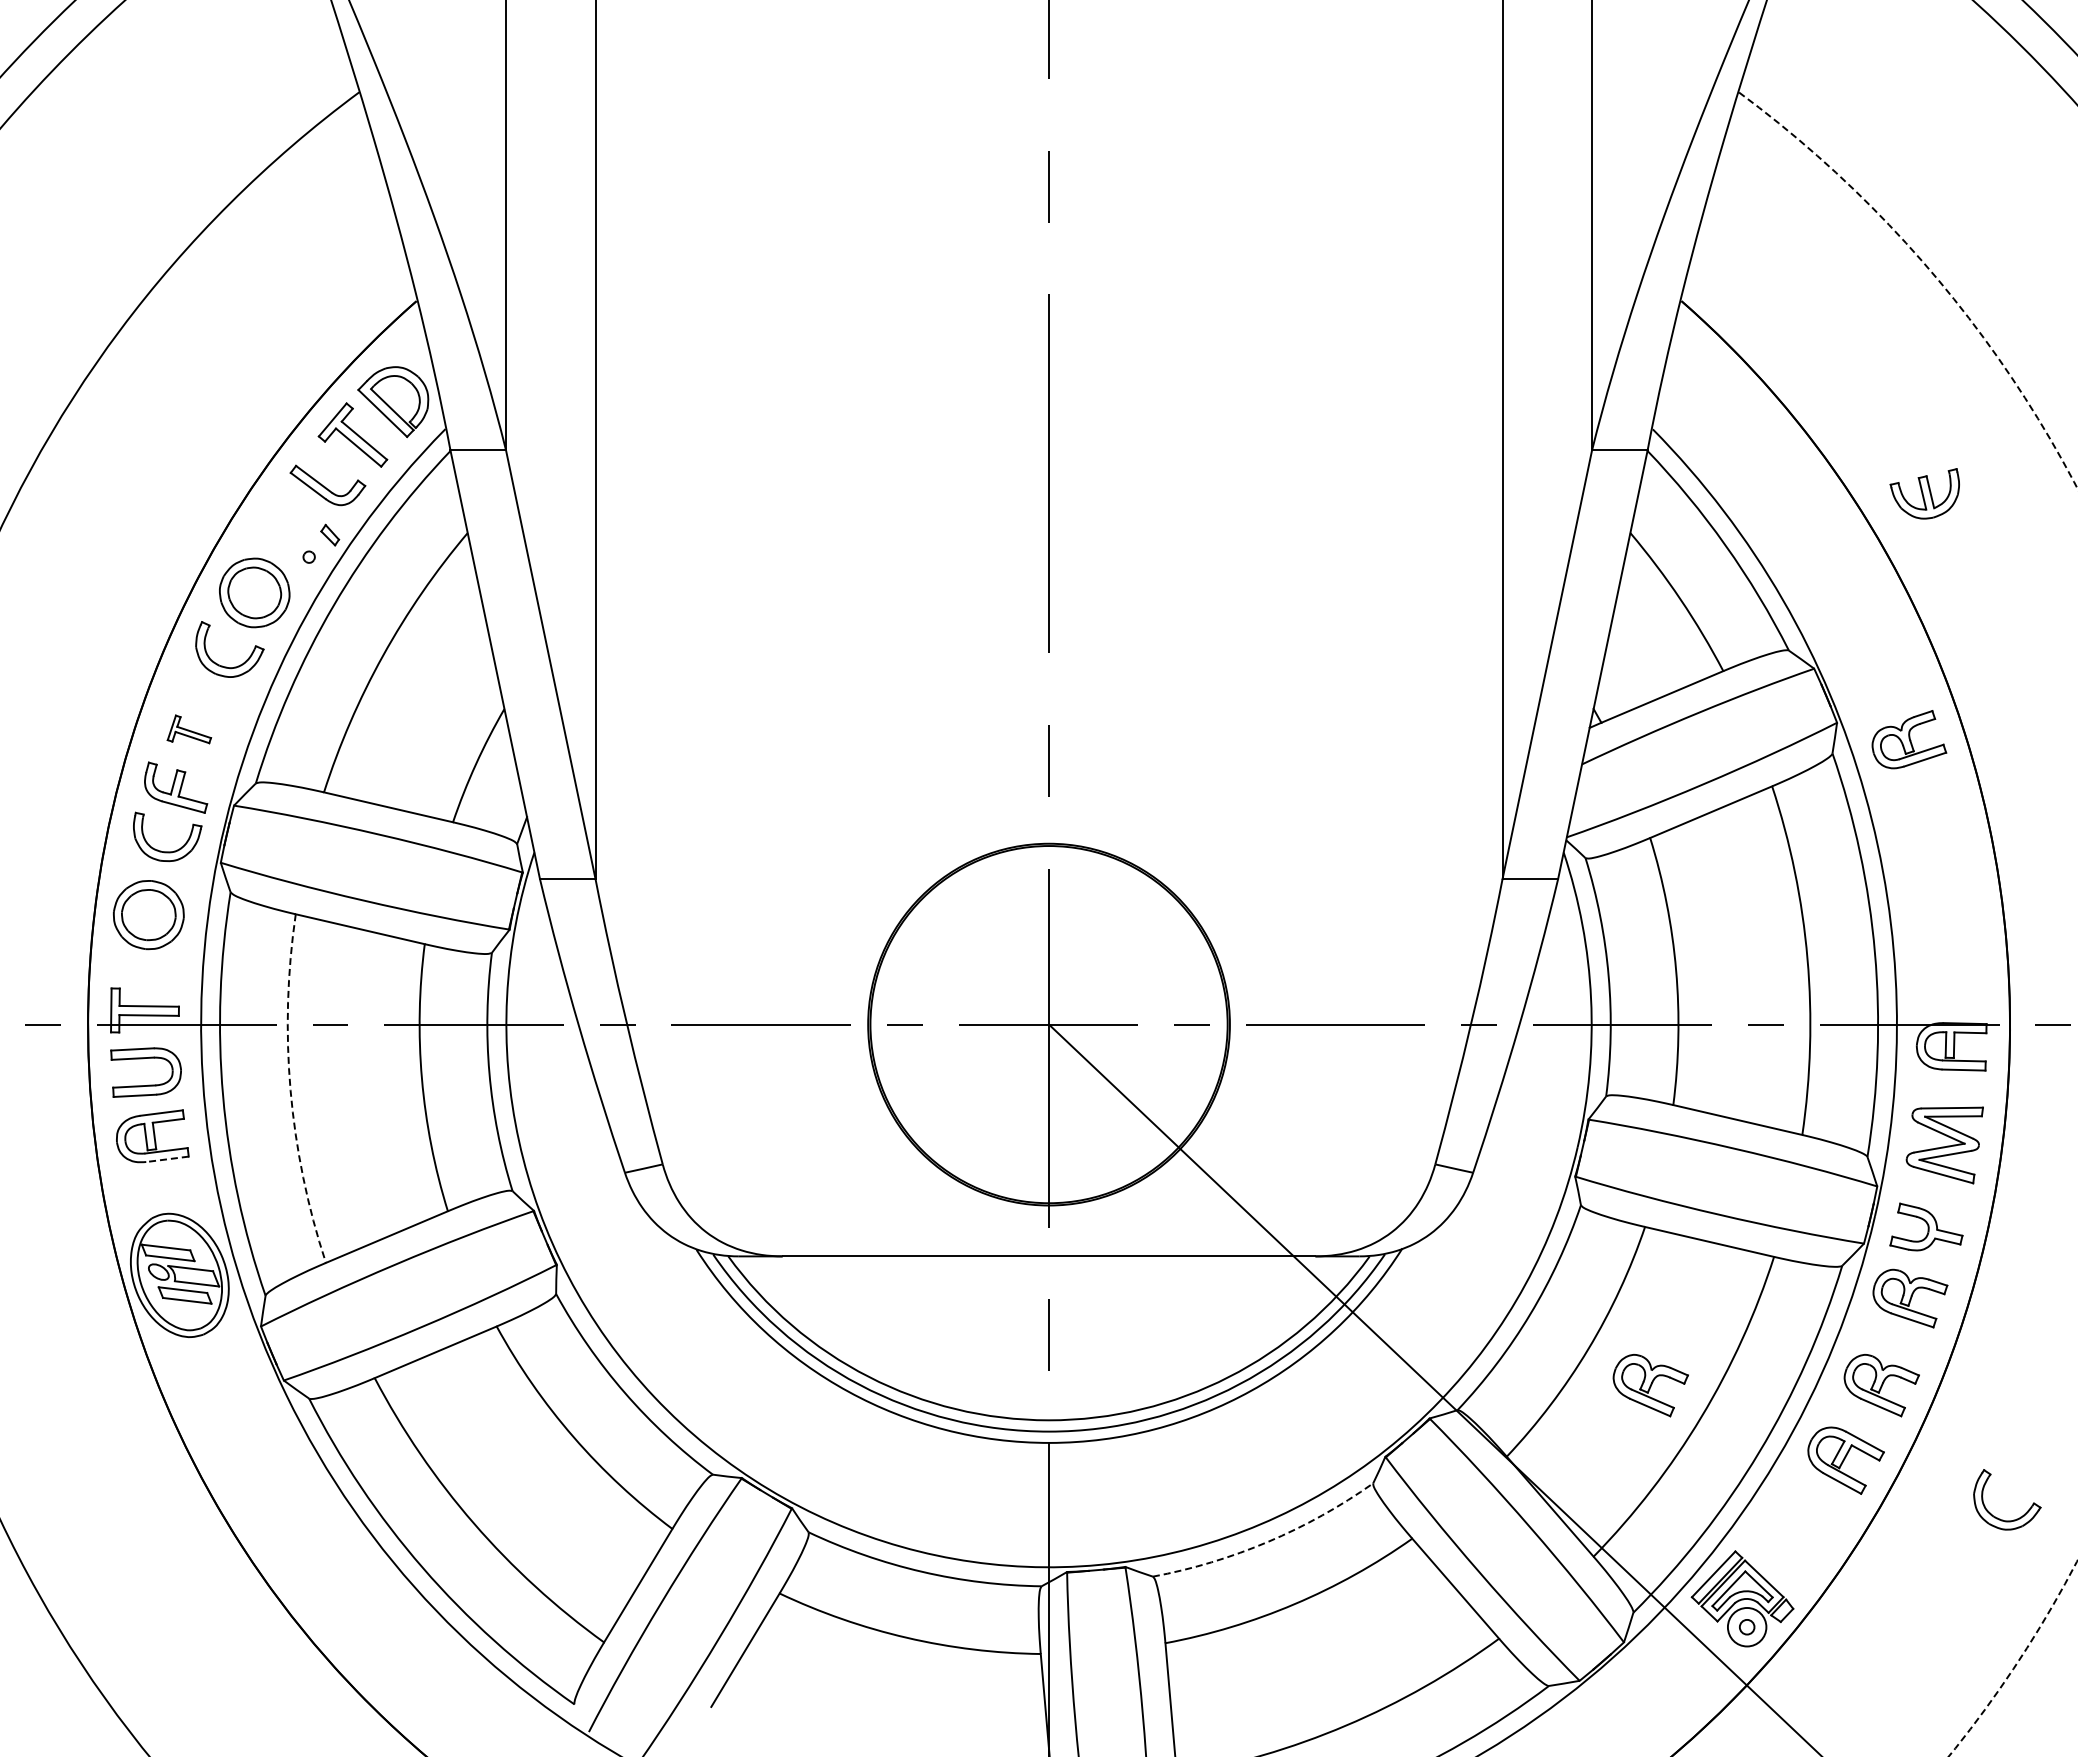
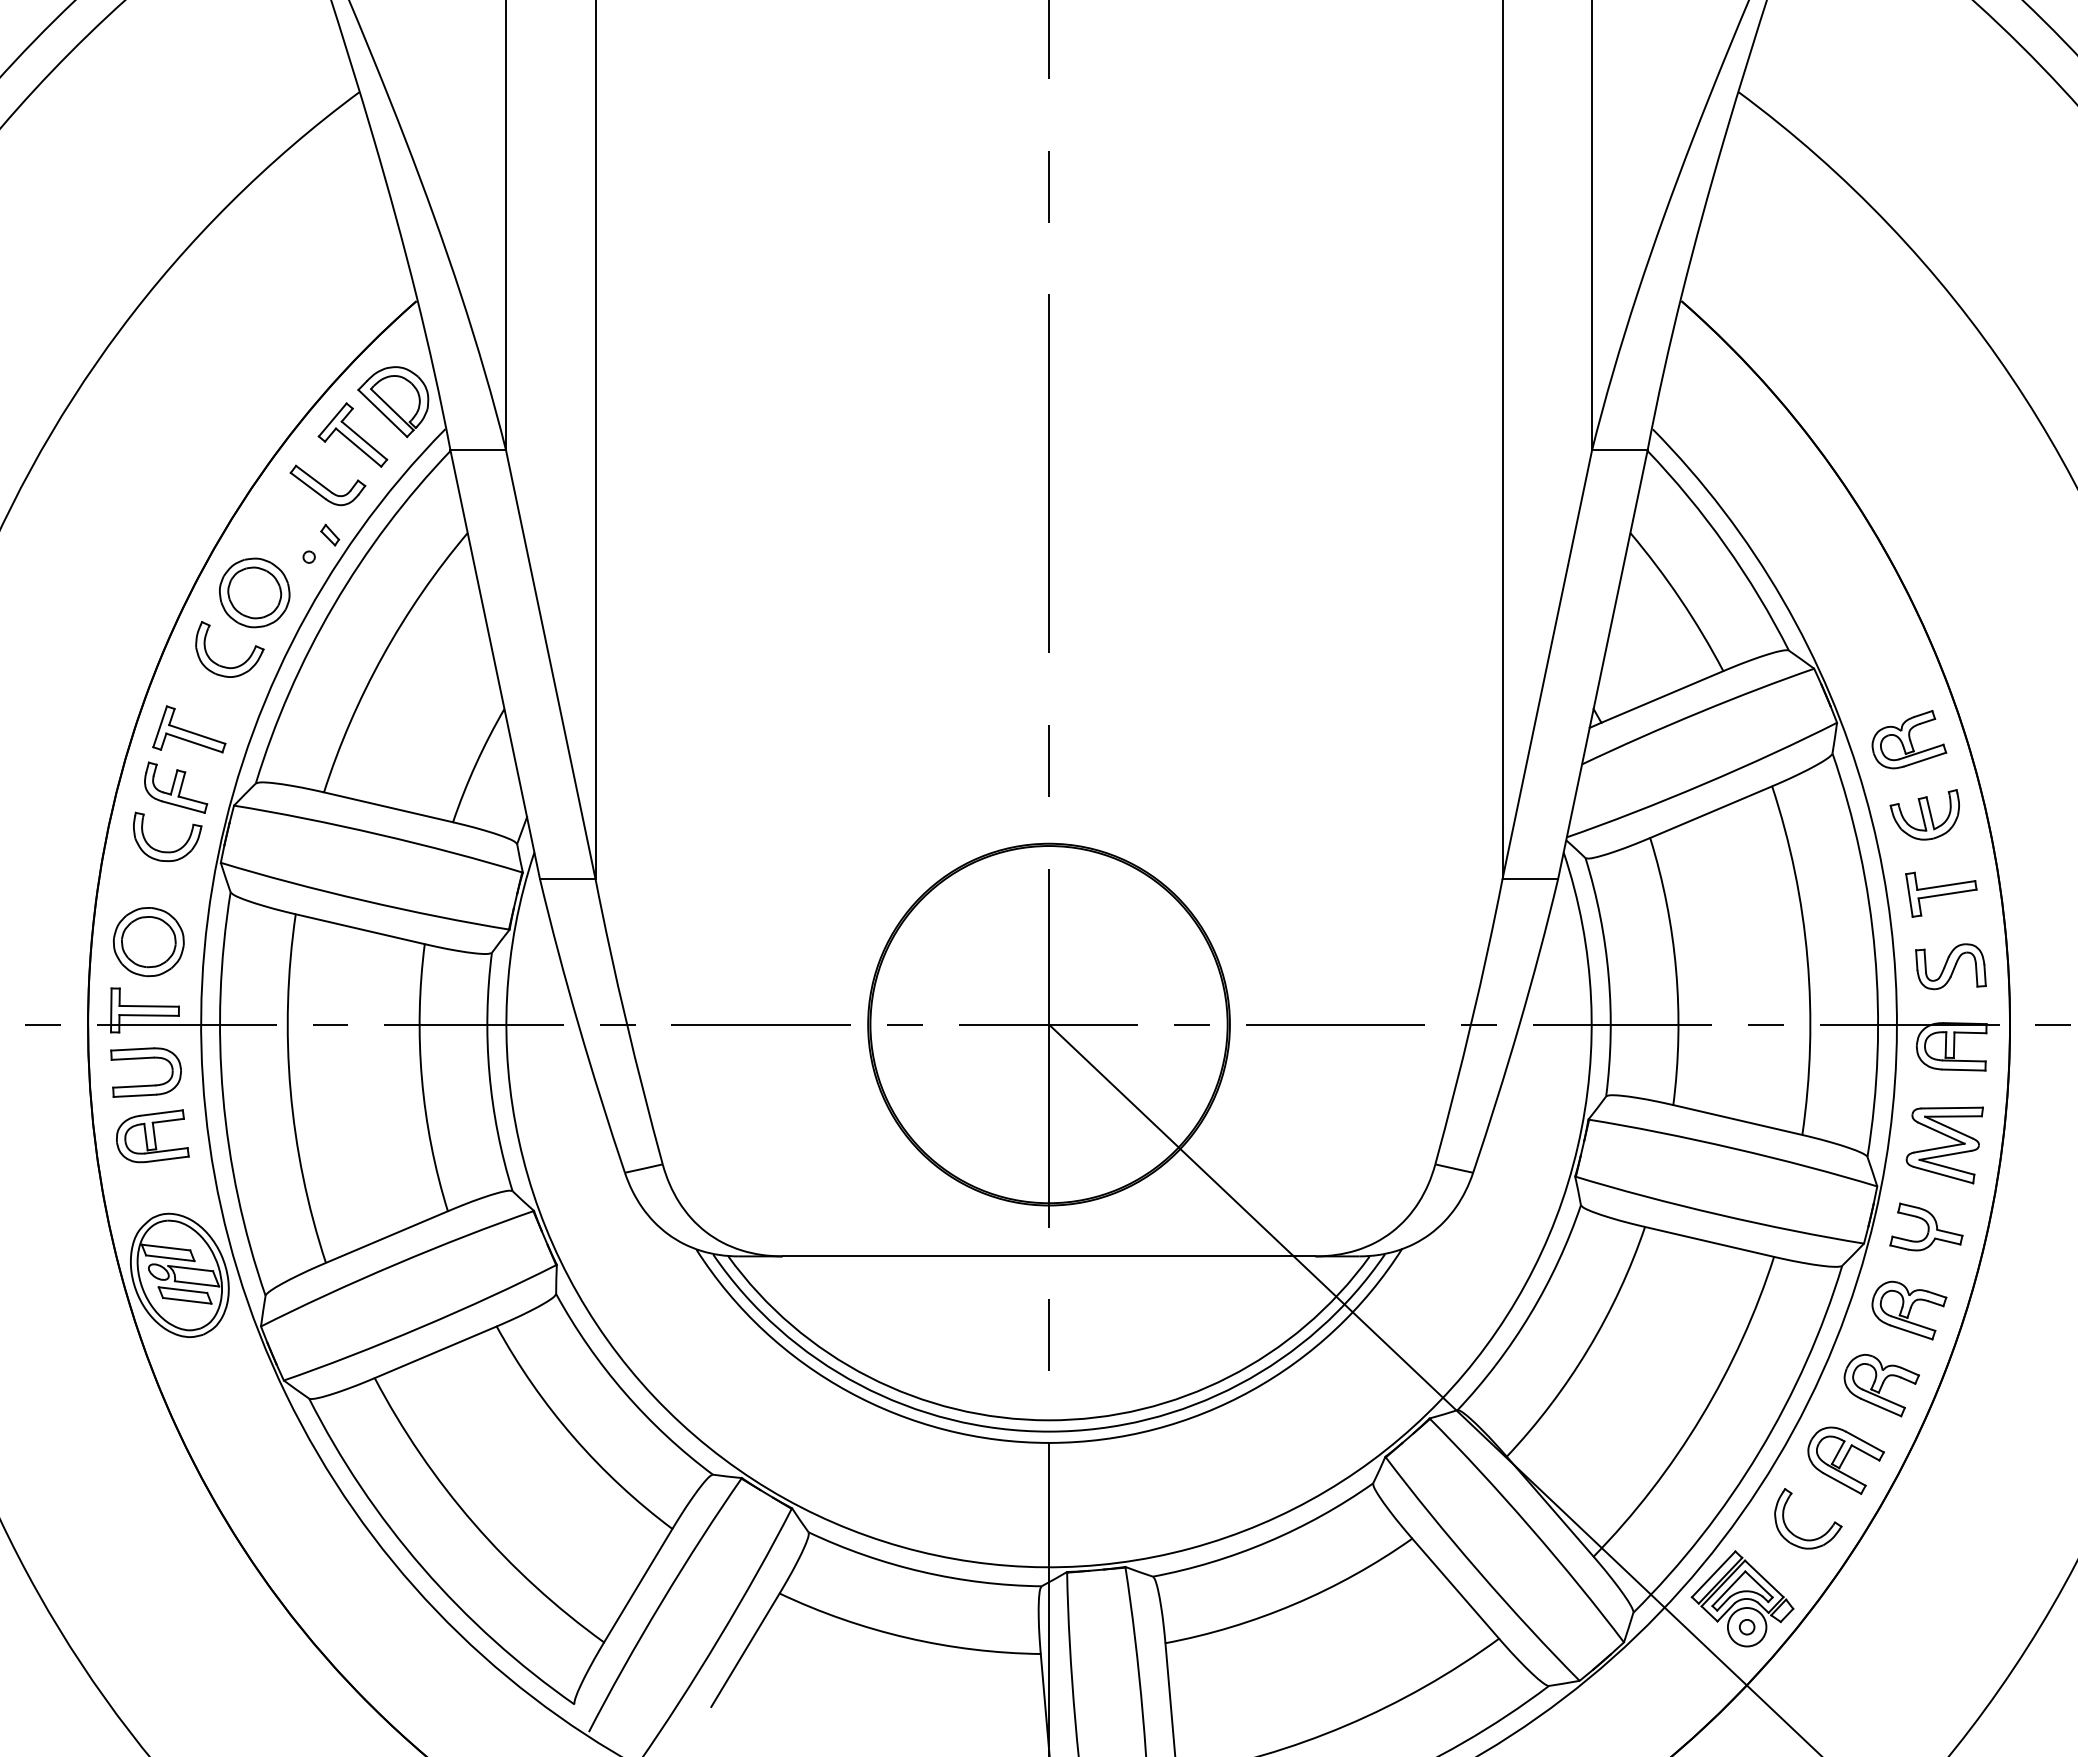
arc at (2003, 365): dashed -> solid
part at (1924, 493) position: (1924, 493) -> (1924, 814)
part at (189, 729) size: 47x31 px -> 75x49 px
part at (1941, 894): none -> present
part at (148, 915) position: (148, 915) -> (148, 942)
part at (1950, 966): none -> present
arc at (290, 1090): dashed -> solid
line at (167, 1159): dashed -> solid
part at (1910, 1298) position: (1910, 1298) -> (1909, 1310)
part at (1650, 1385): present -> none
part at (2000, 1518) position: (2000, 1518) -> (1801, 1537)
arc at (1268, 1541): dashed -> solid
